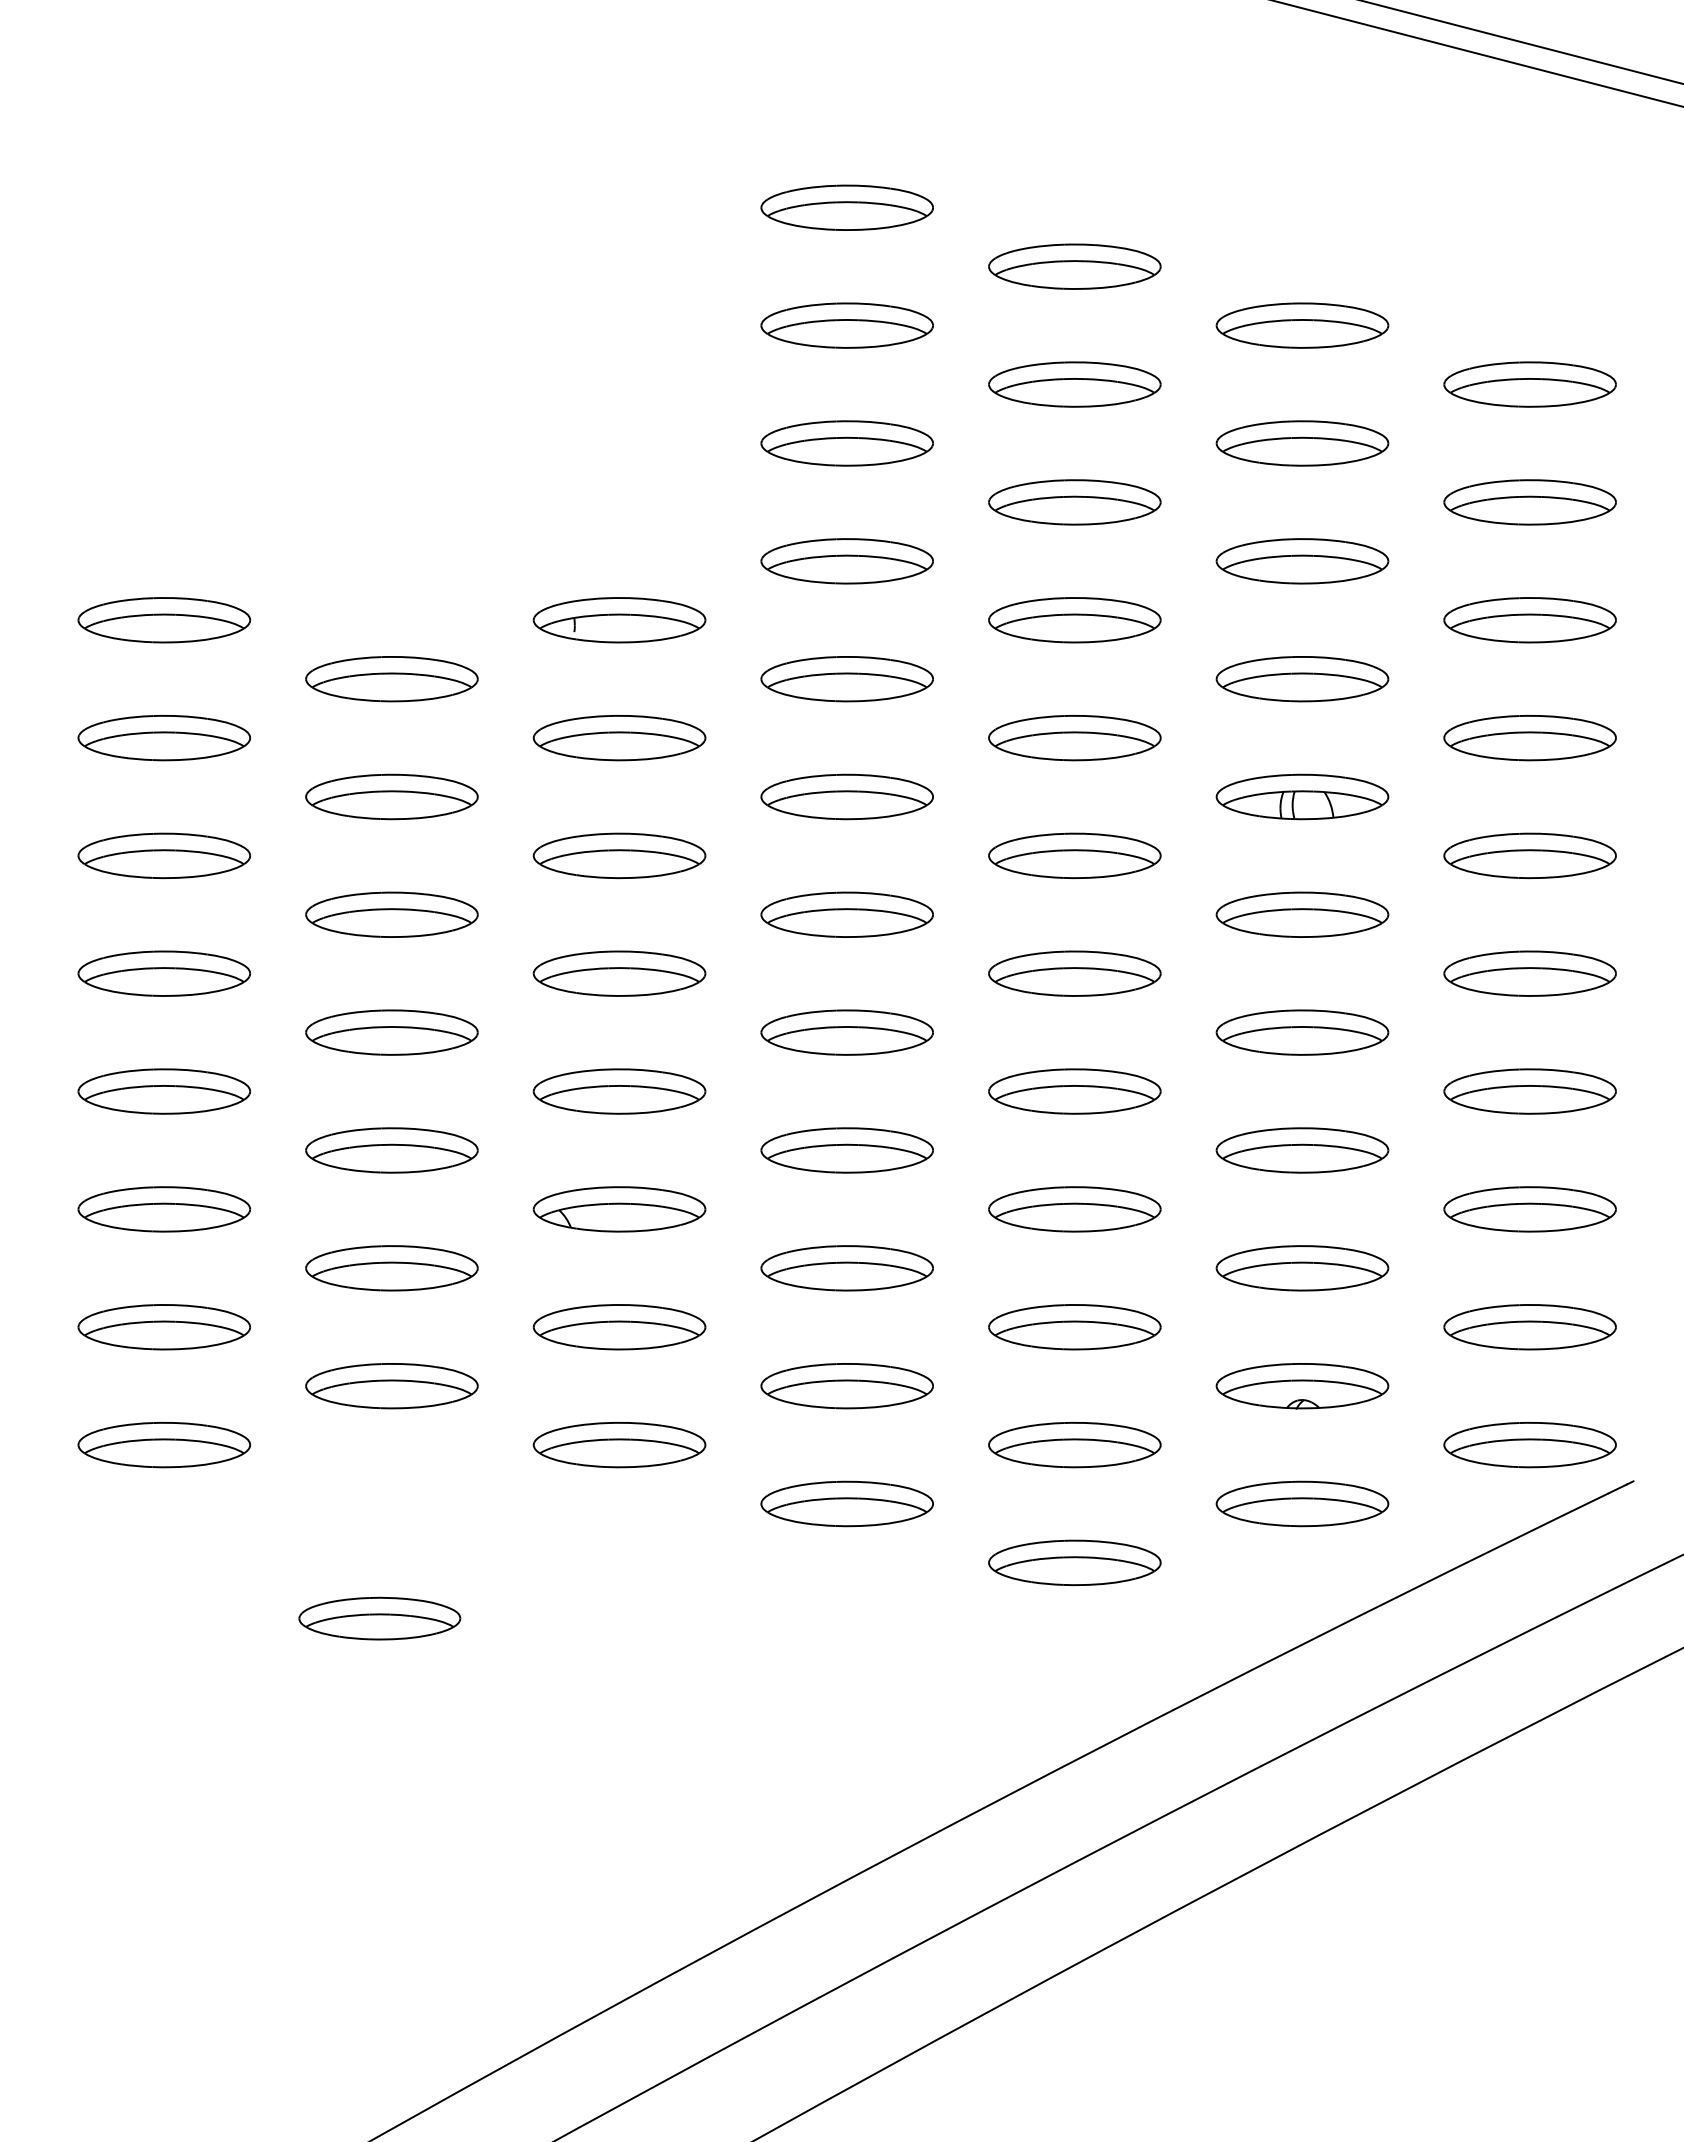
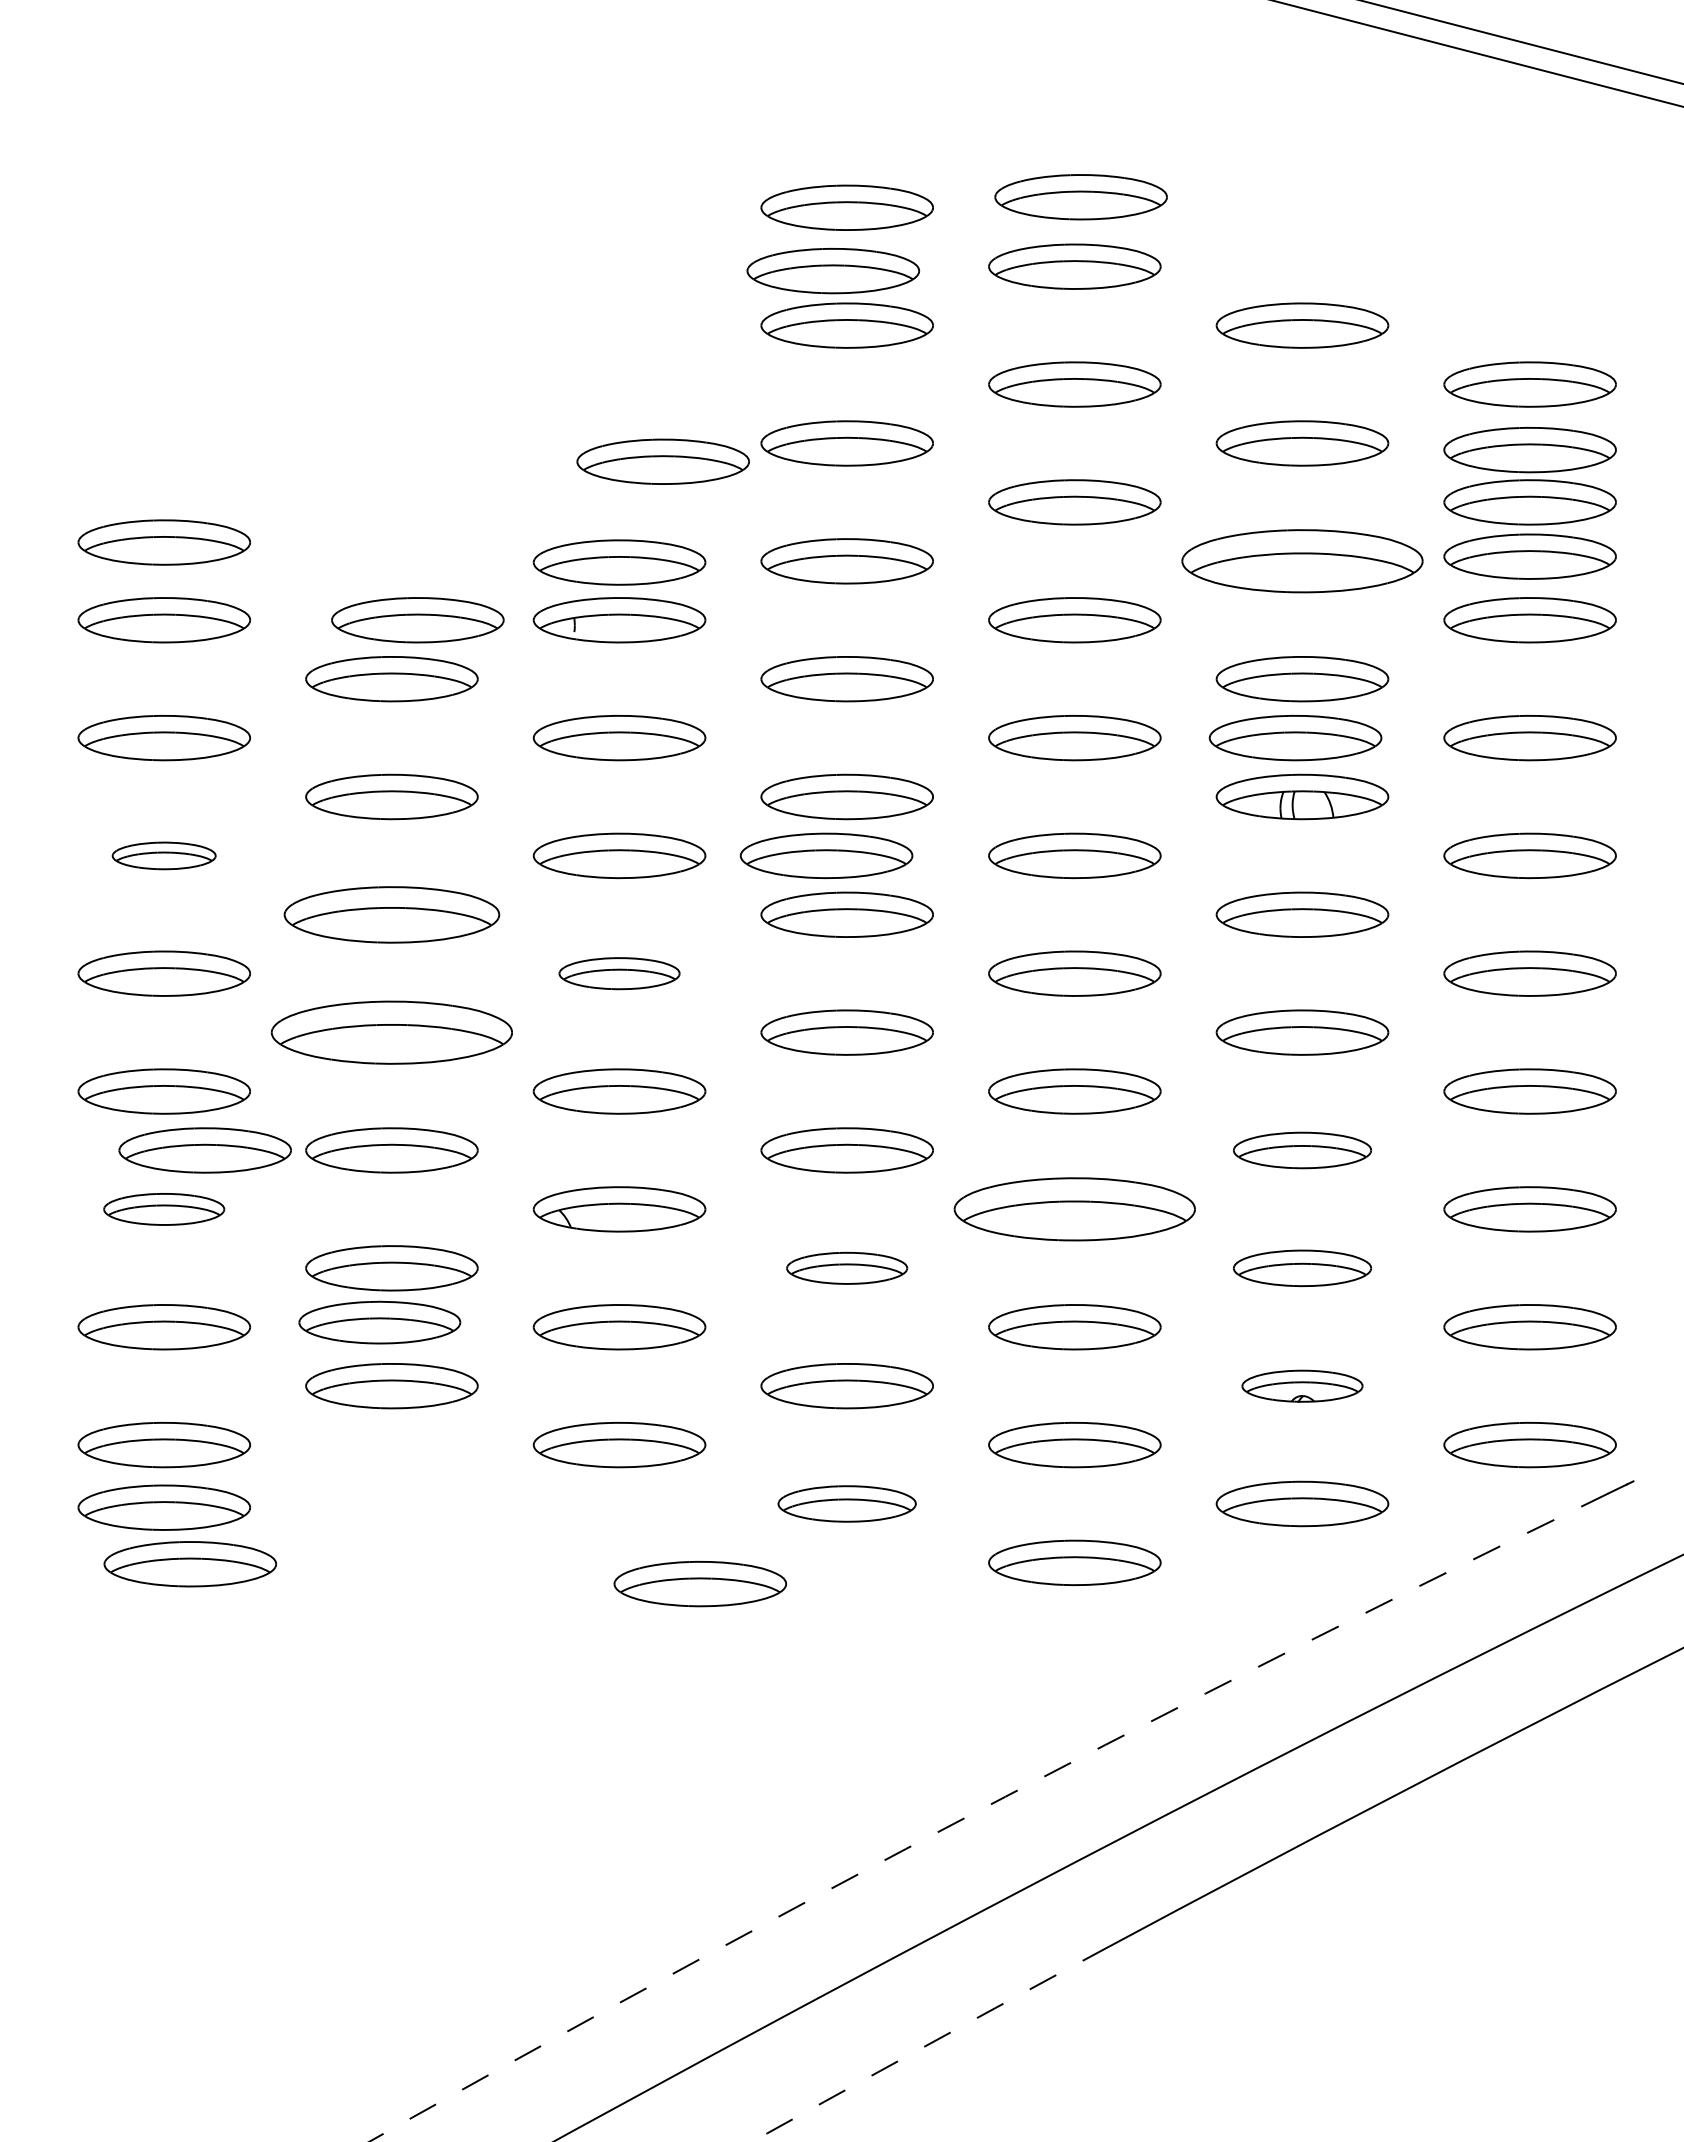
part at (1080, 197): none -> present
part at (832, 271): none -> present
part at (1529, 450): none -> present
part at (662, 461): none -> present
part at (163, 542): none -> present
part at (1529, 556): none -> present
part at (1302, 561) size: 175x47 px -> 243x65 px
part at (619, 562): none -> present
part at (417, 620): none -> present
part at (1295, 738): none -> present
part at (163, 855) size: 174x48 px -> 106x30 px
part at (826, 855): none -> present
part at (391, 914) size: 174x47 px -> 218x58 px
part at (619, 973) size: 175x47 px -> 123x34 px
part at (391, 1032) size: 174x47 px -> 243x65 px
part at (204, 1150): none -> present
part at (1302, 1150) size: 175x47 px -> 140x39 px
part at (163, 1209) size: 174x47 px -> 123x33 px
part at (1074, 1209) size: 174x47 px -> 243x65 px
part at (846, 1268) size: 174x47 px -> 123x34 px
part at (1302, 1268) size: 175x47 px -> 140x39 px
part at (1302, 1386) size: 175x47 px -> 123x34 px
part at (846, 1503) size: 174x48 px -> 140x38 px
part at (163, 1507): none -> present
part at (189, 1564): none -> present
part at (699, 1584): none -> present
part at (379, 1618) position: (379, 1618) -> (379, 1322)
arc at (983, 1808): solid -> dashed
arc at (930, 2043): solid -> dashed
